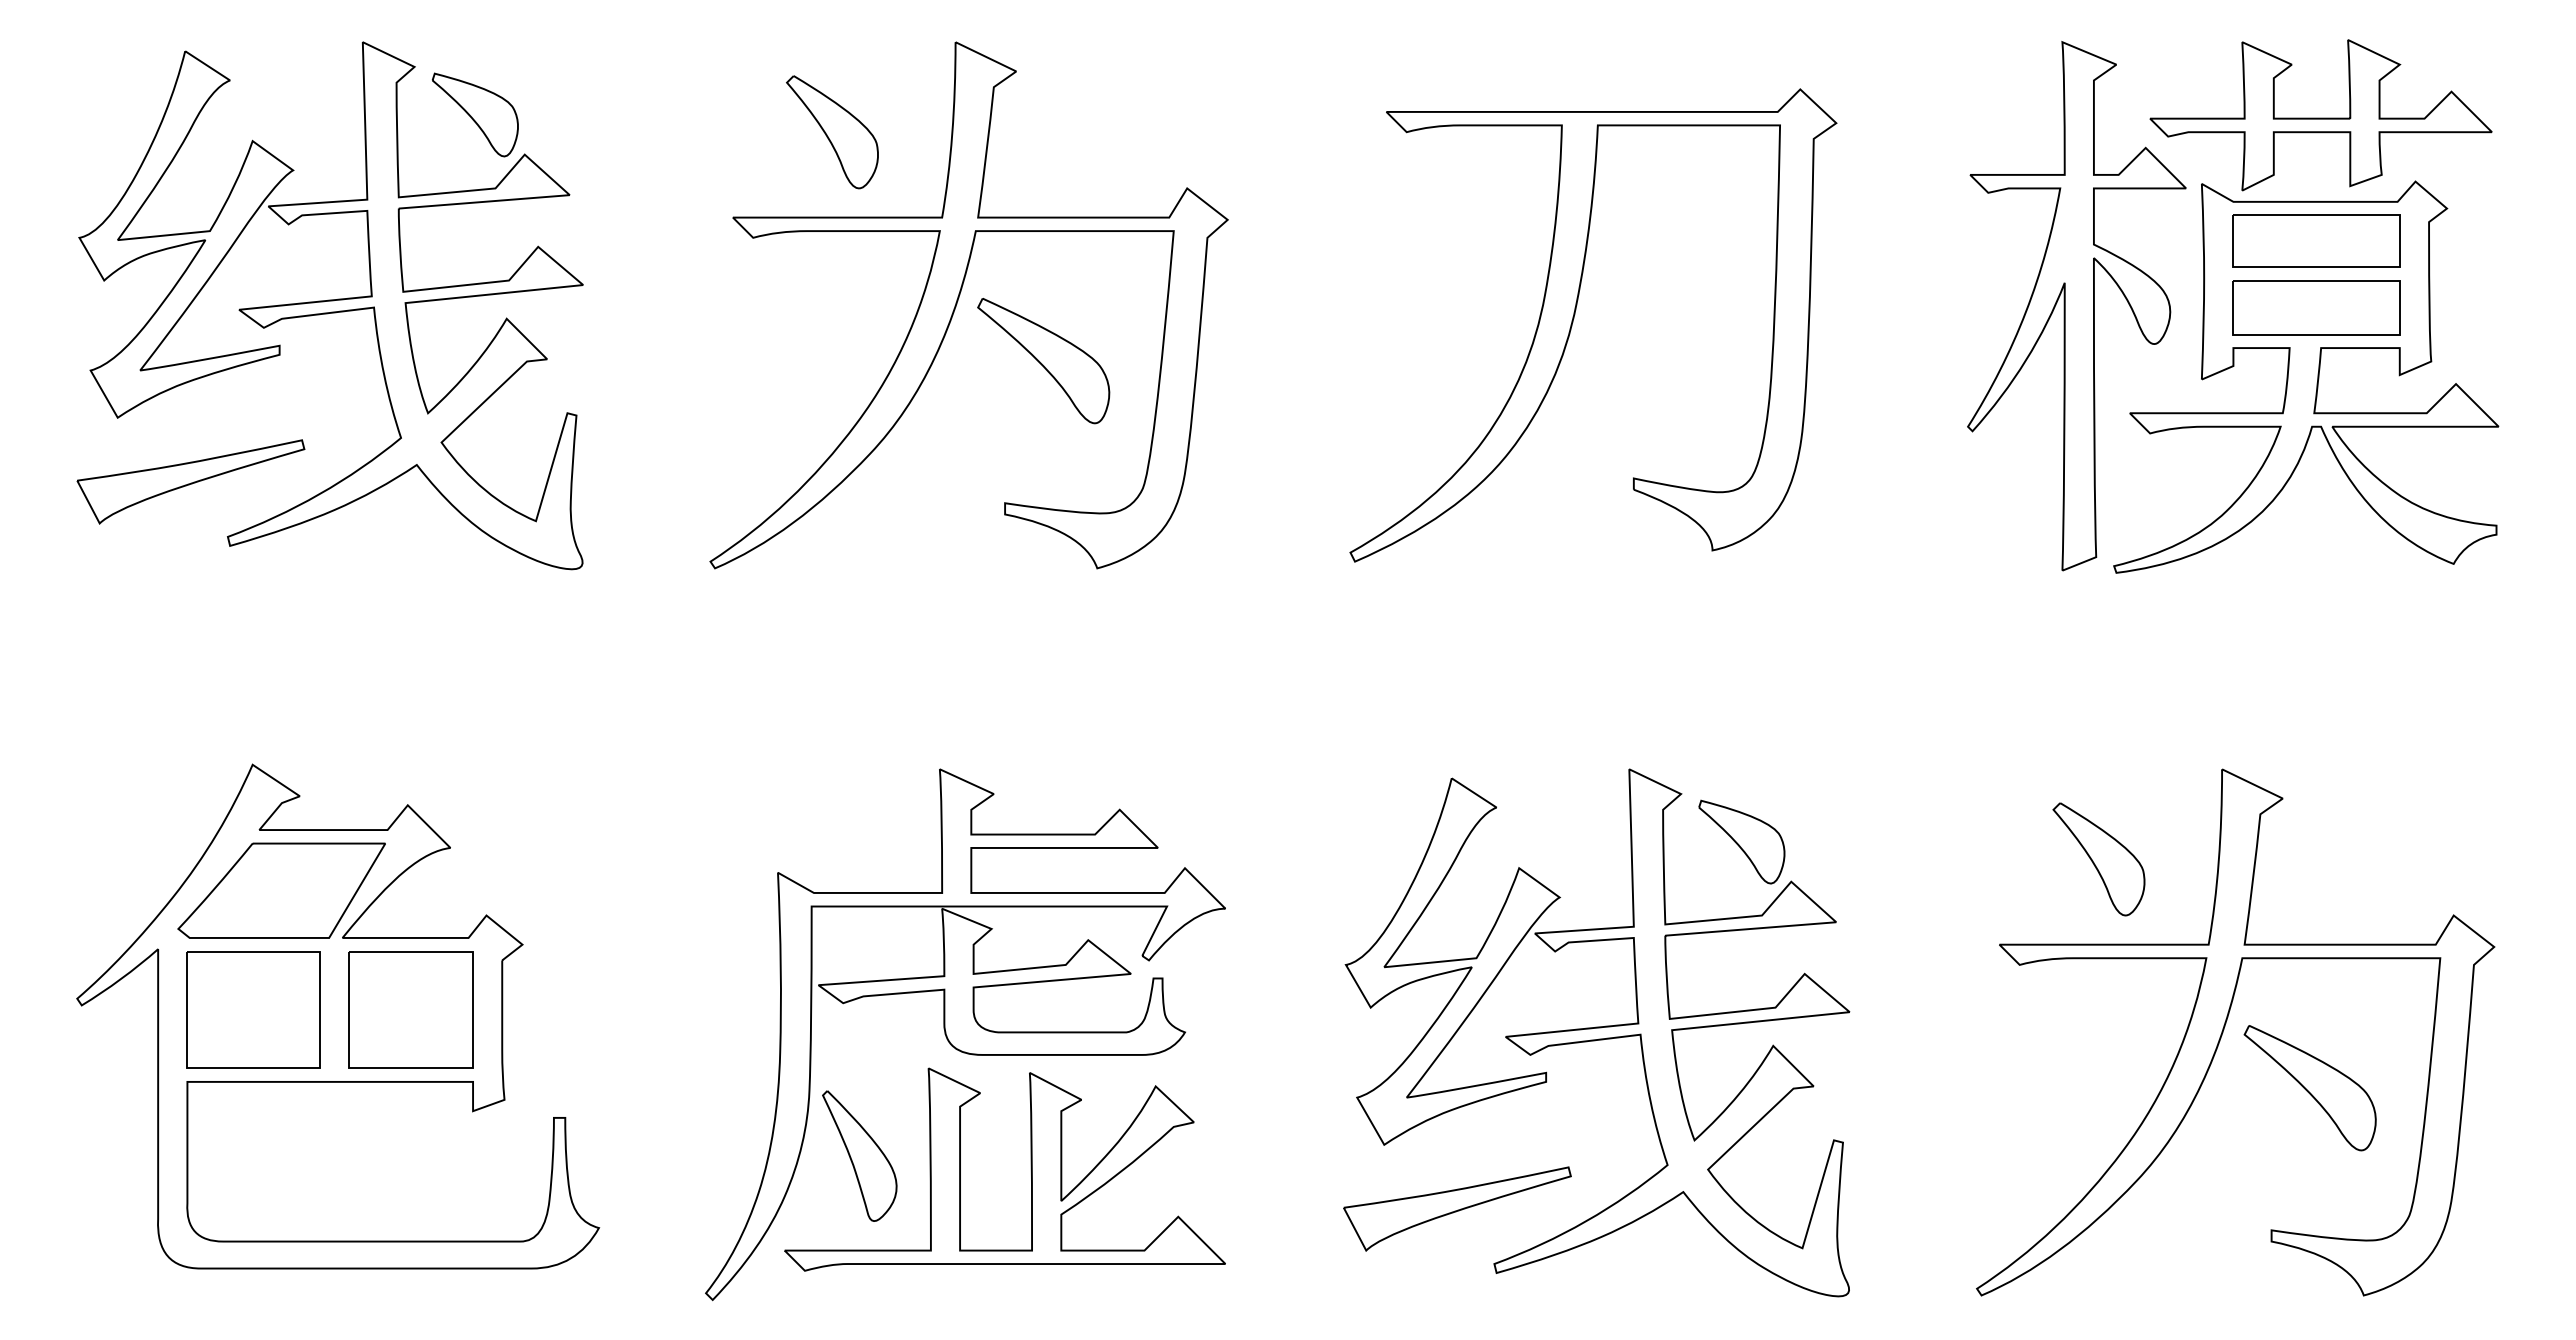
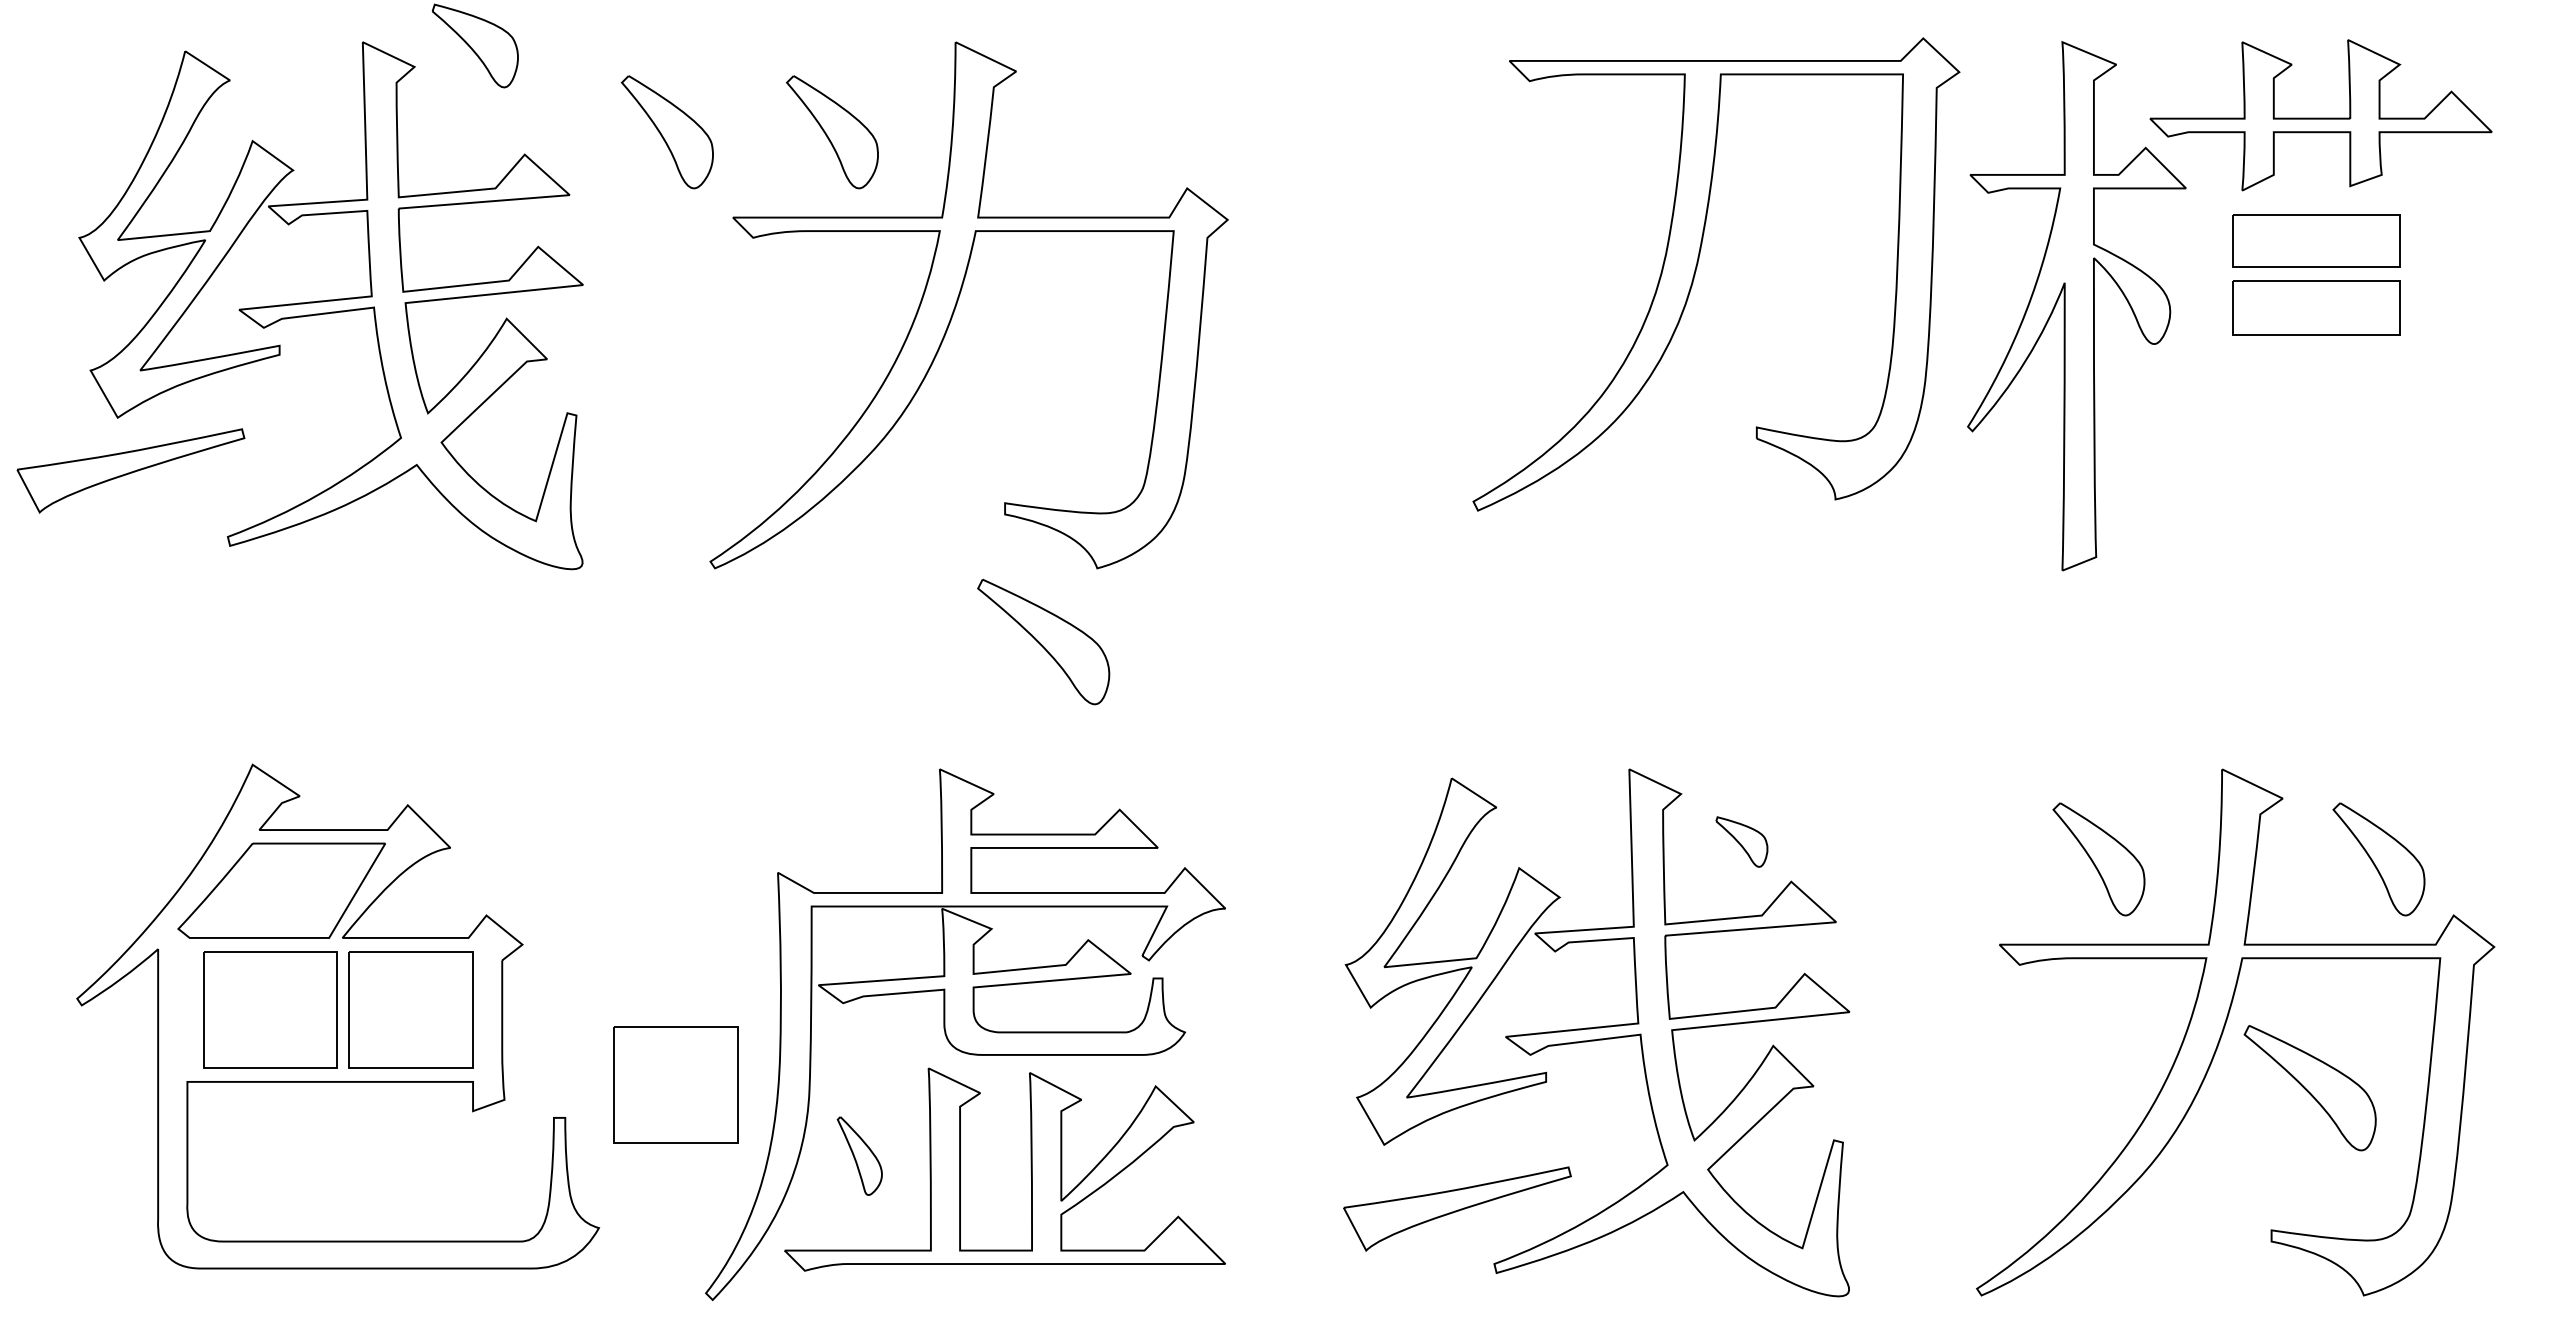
part at (474, 114) position: (474, 114) -> (474, 45)
part at (667, 132): none -> present
part at (1573, 322) position: (1573, 322) -> (1696, 271)
part at (1043, 361) position: (1043, 361) -> (1043, 642)
part at (2306, 376): present -> none
part at (190, 481) position: (190, 481) -> (130, 470)
part at (1741, 841) size: 88x86 px -> 54x52 px
part at (2378, 859): none -> present
part at (253, 1009) position: (253, 1009) -> (270, 1009)
part at (675, 1084): none -> present
part at (859, 1155) size: 76x132 px -> 47x80 px
